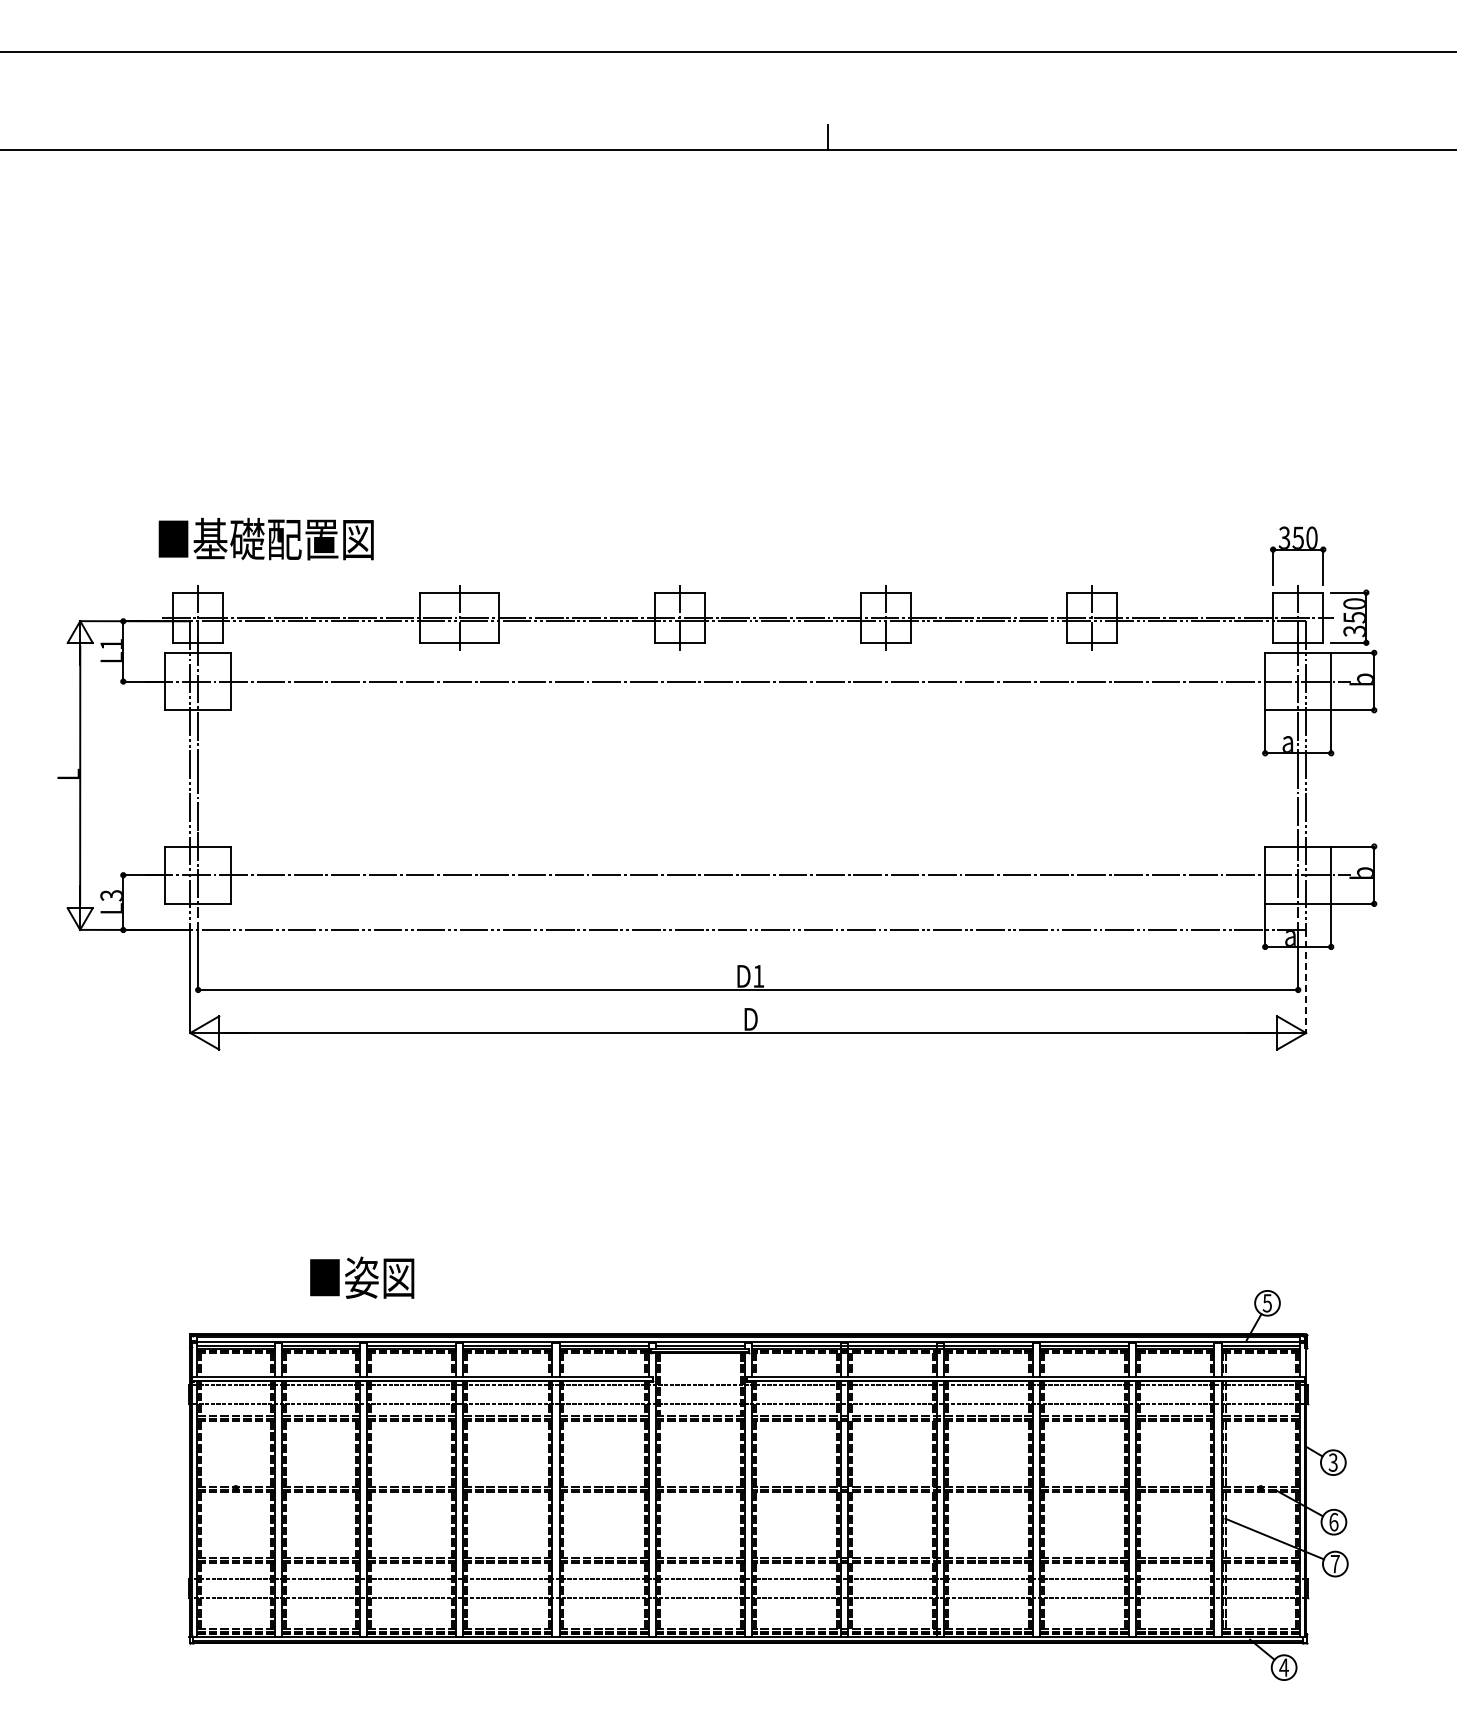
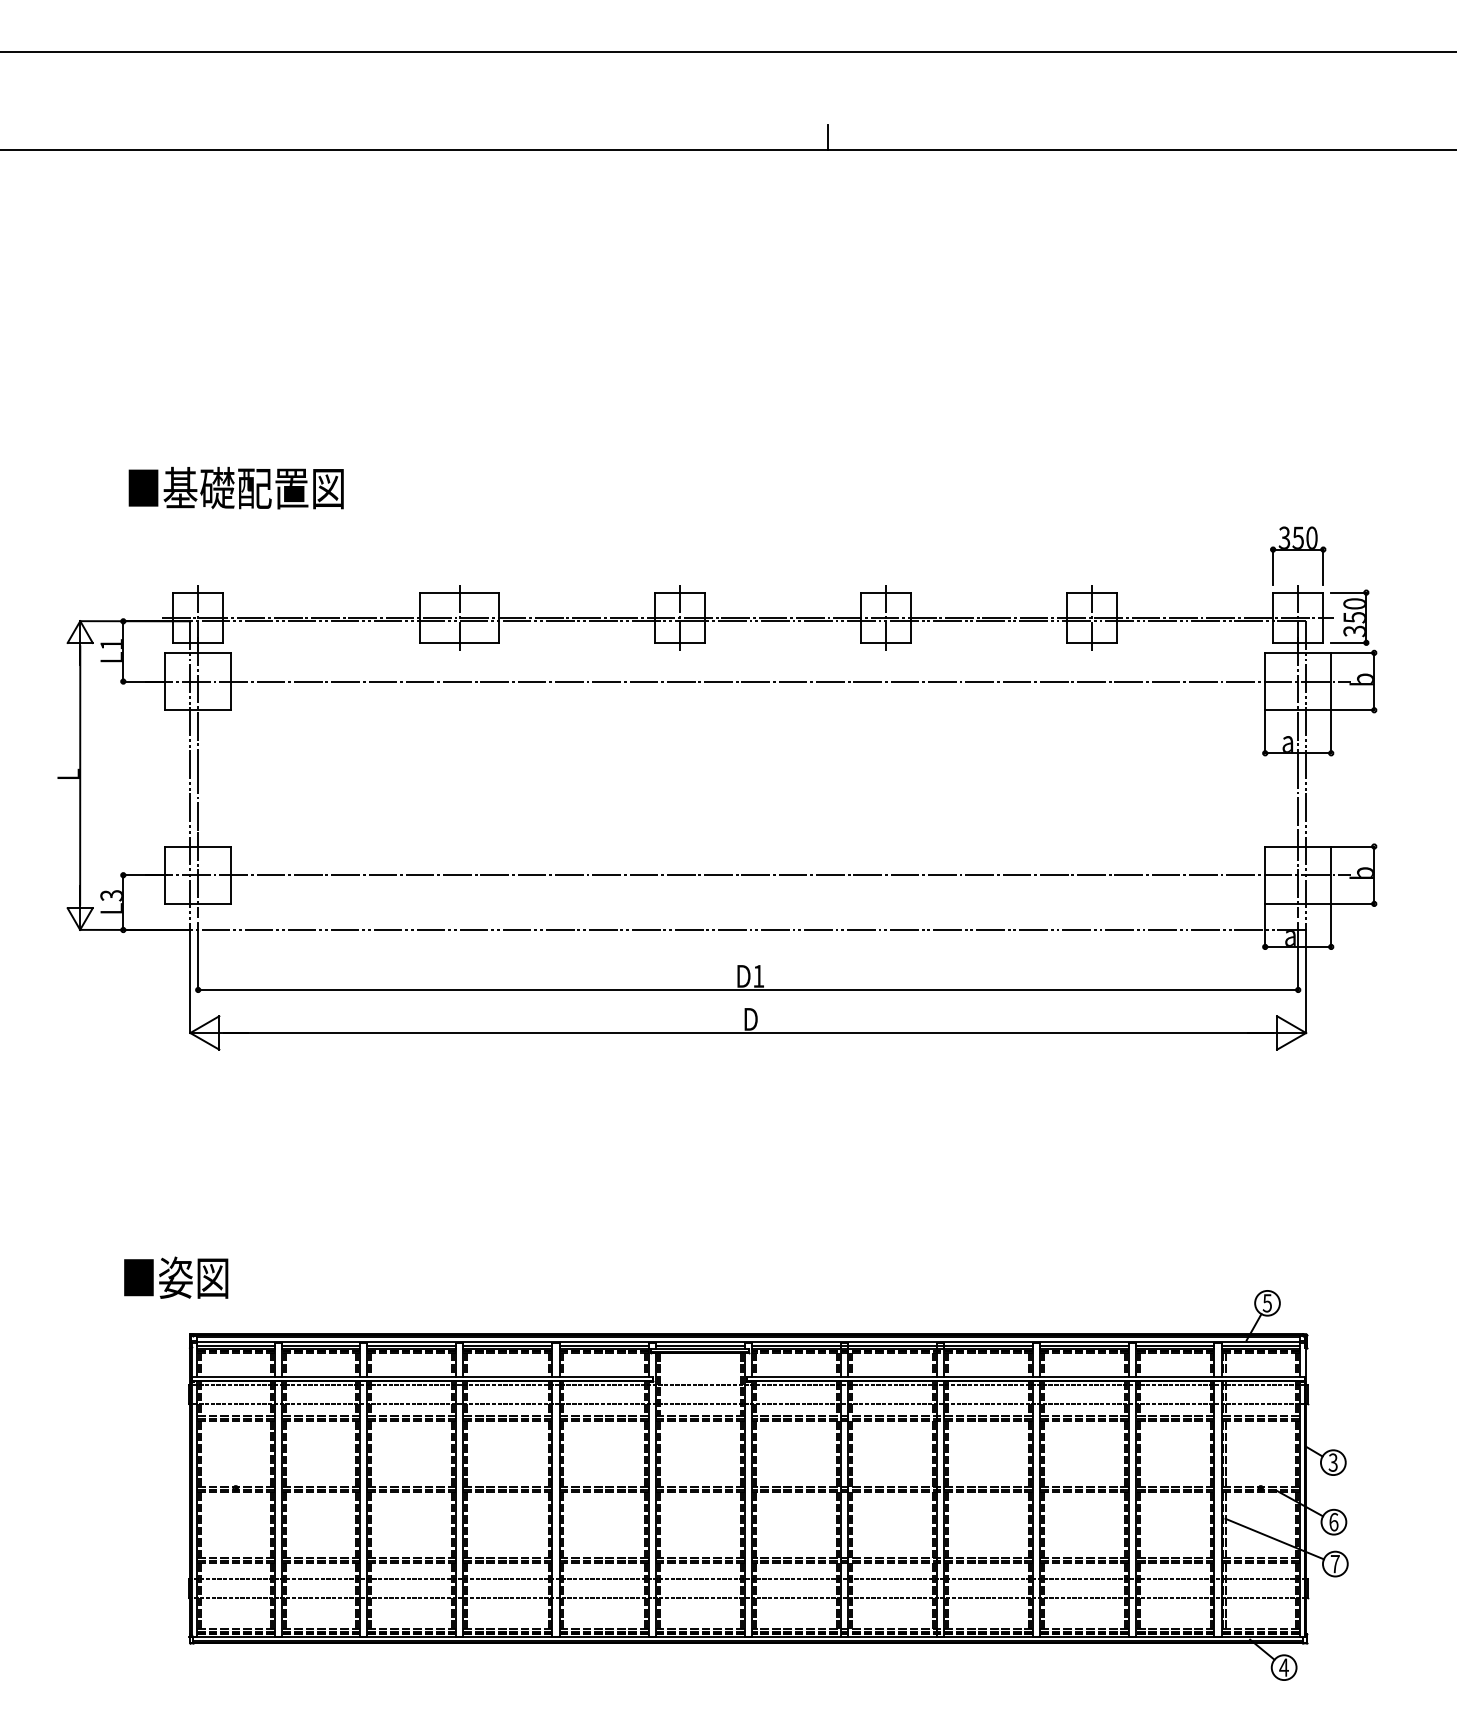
text at (265, 538) position: (265, 538) -> (235, 487)
line at (1306, 982): dashed -> solid
text at (362, 1277) position: (362, 1277) -> (176, 1277)
